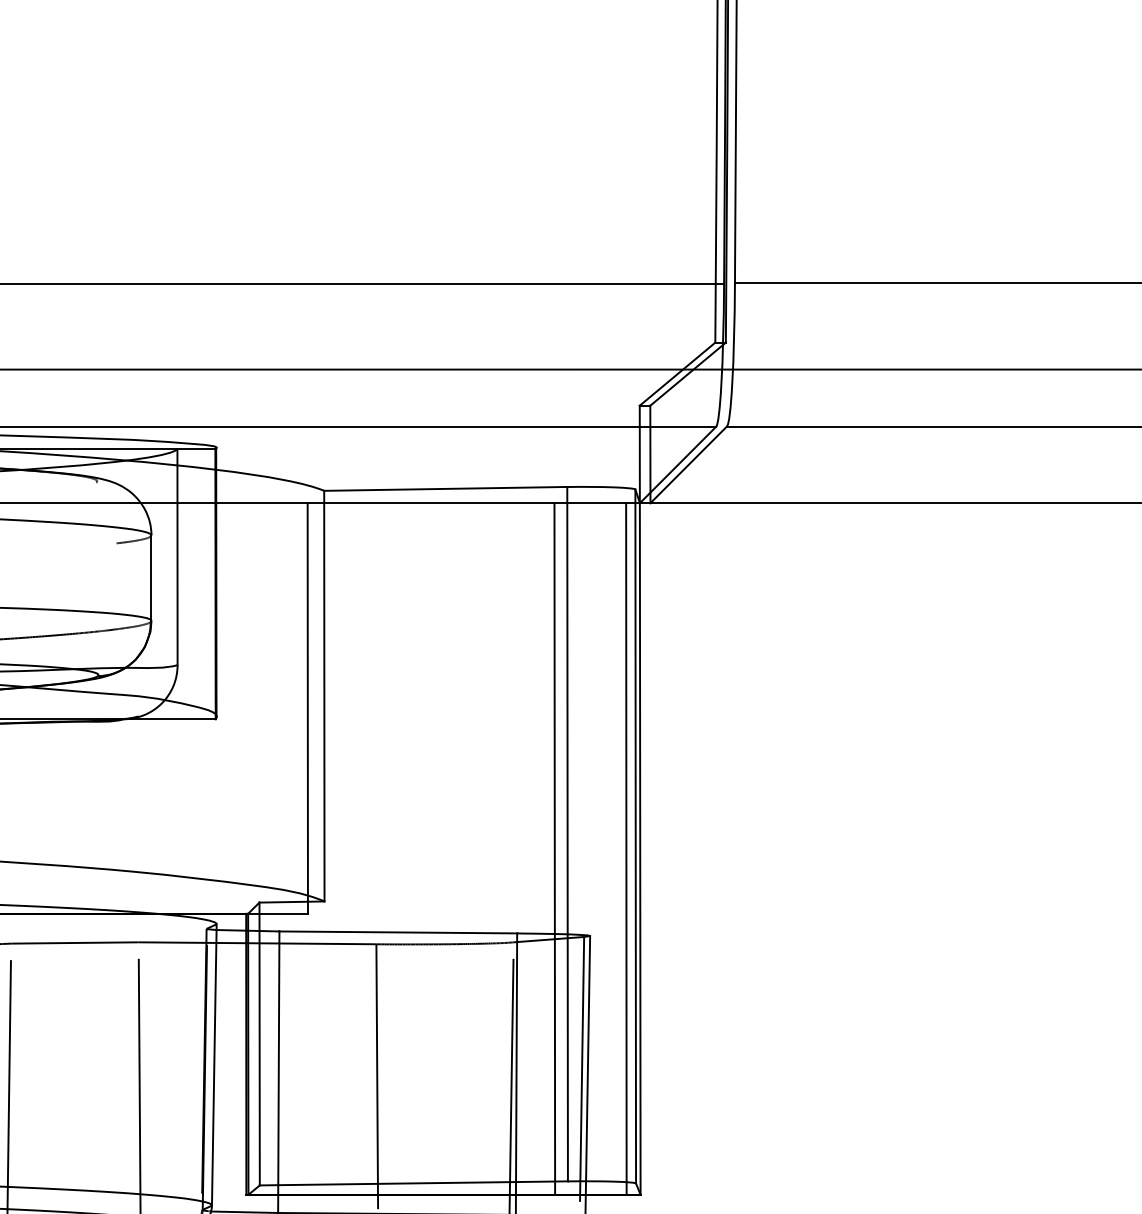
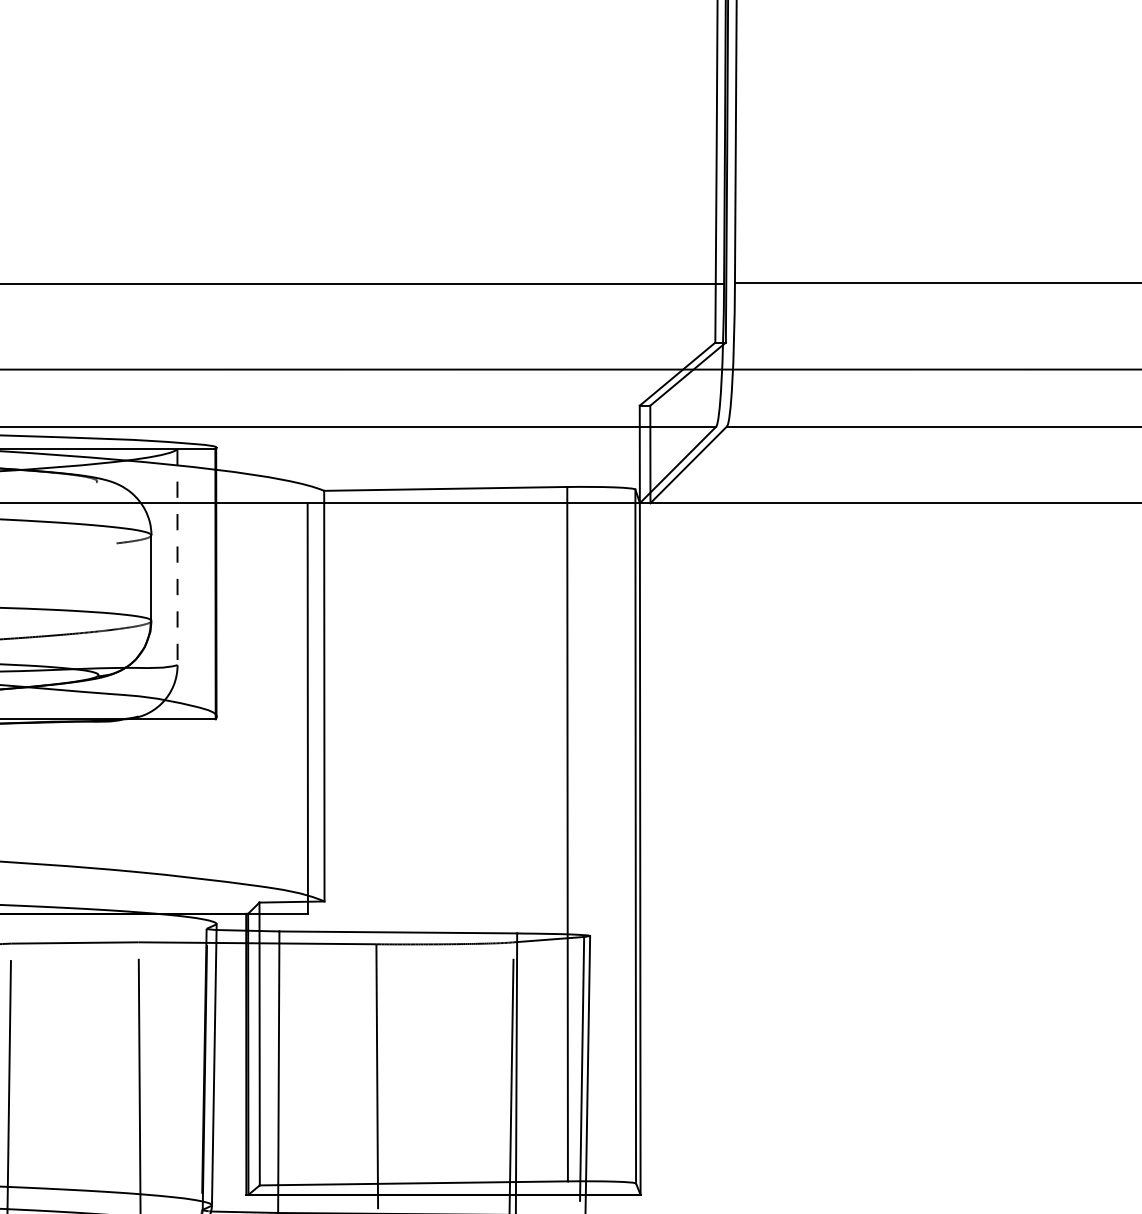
line at (177, 557): solid -> dashed
line at (554, 848): present -> none
line at (626, 848): present -> none
